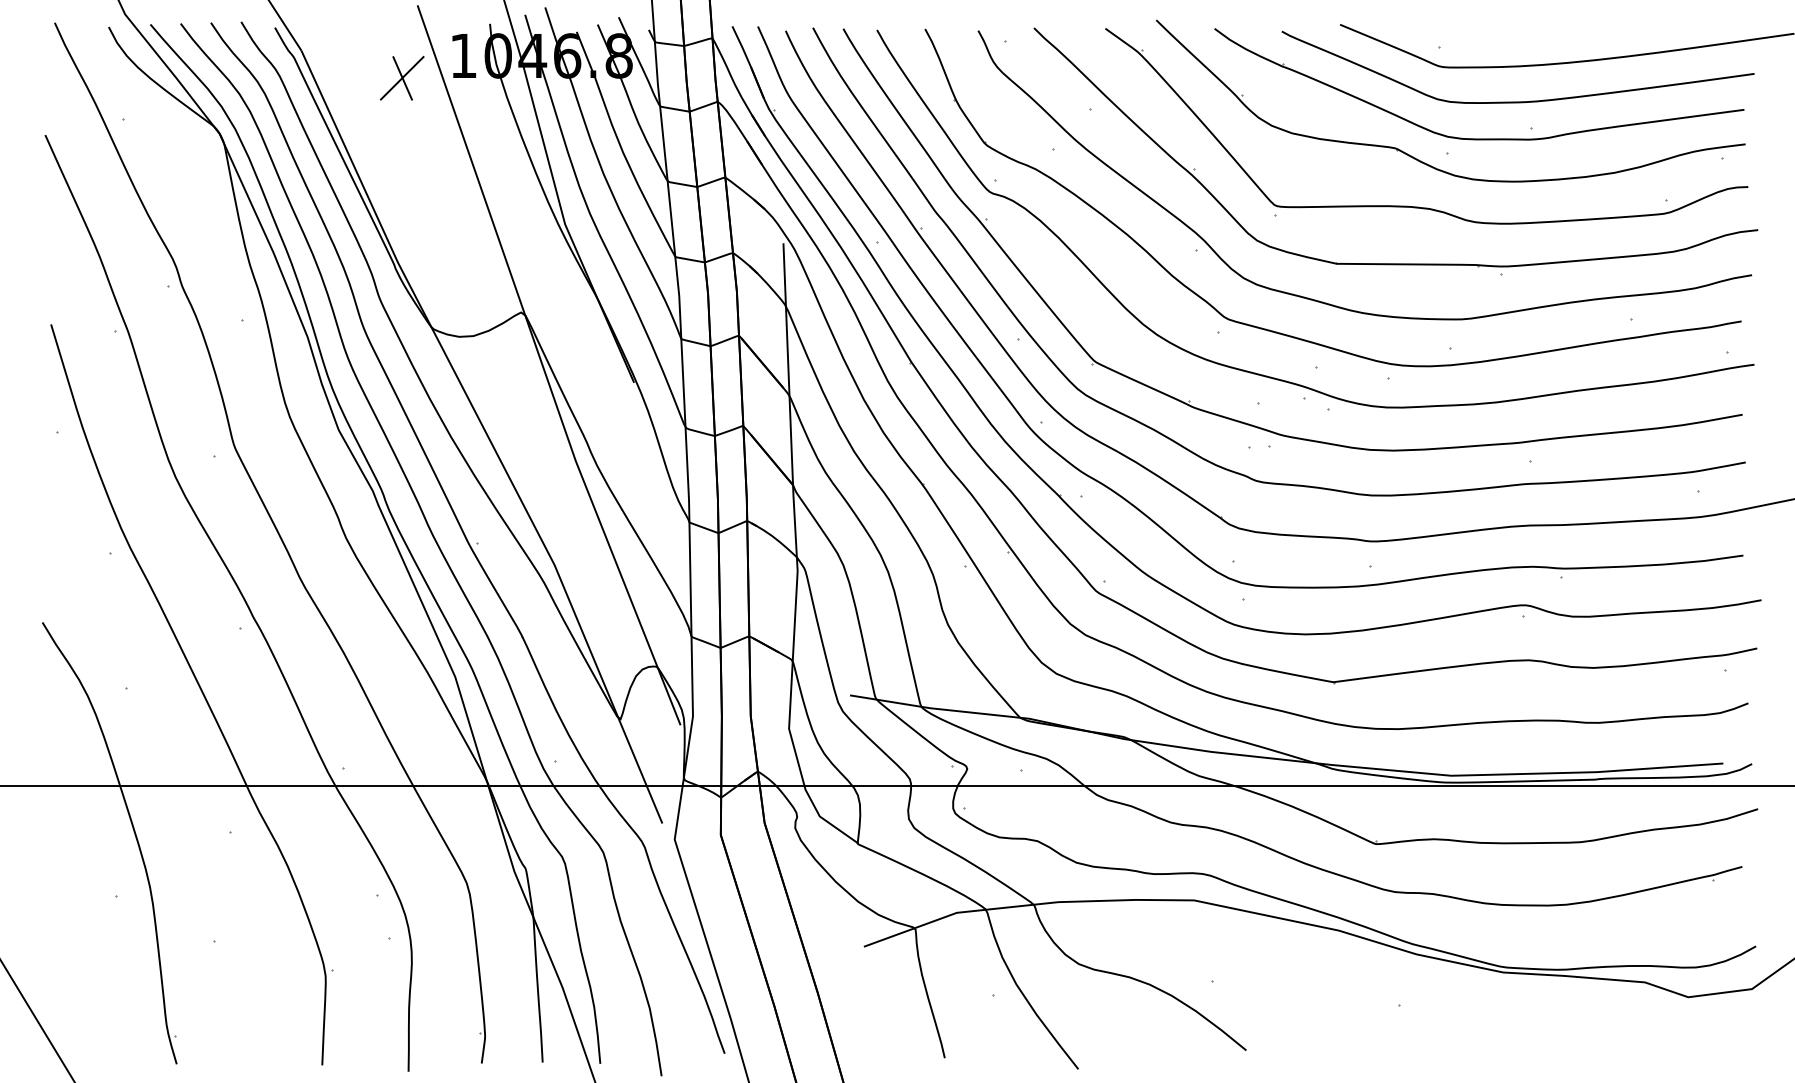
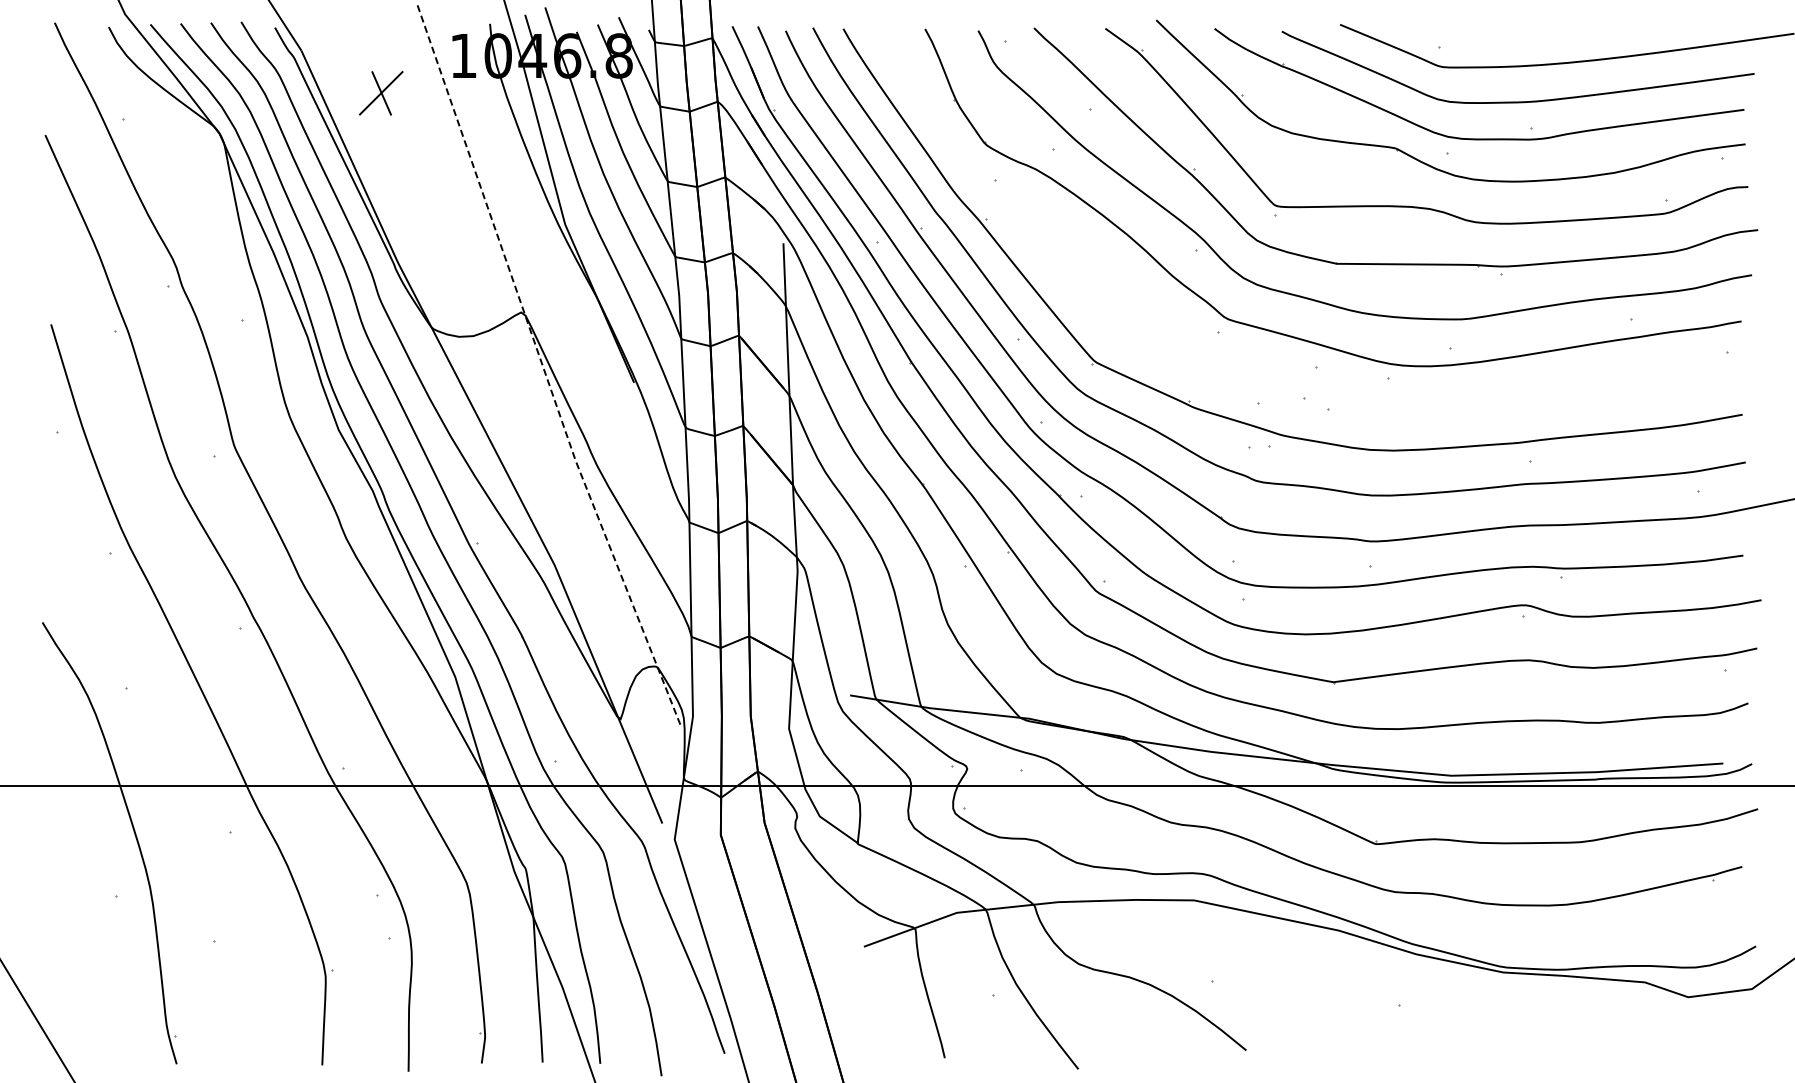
part at (401, 77) position: (401, 77) -> (380, 92)
line at (543, 368): solid -> dashed
curve at (1271, 376): present -> none
